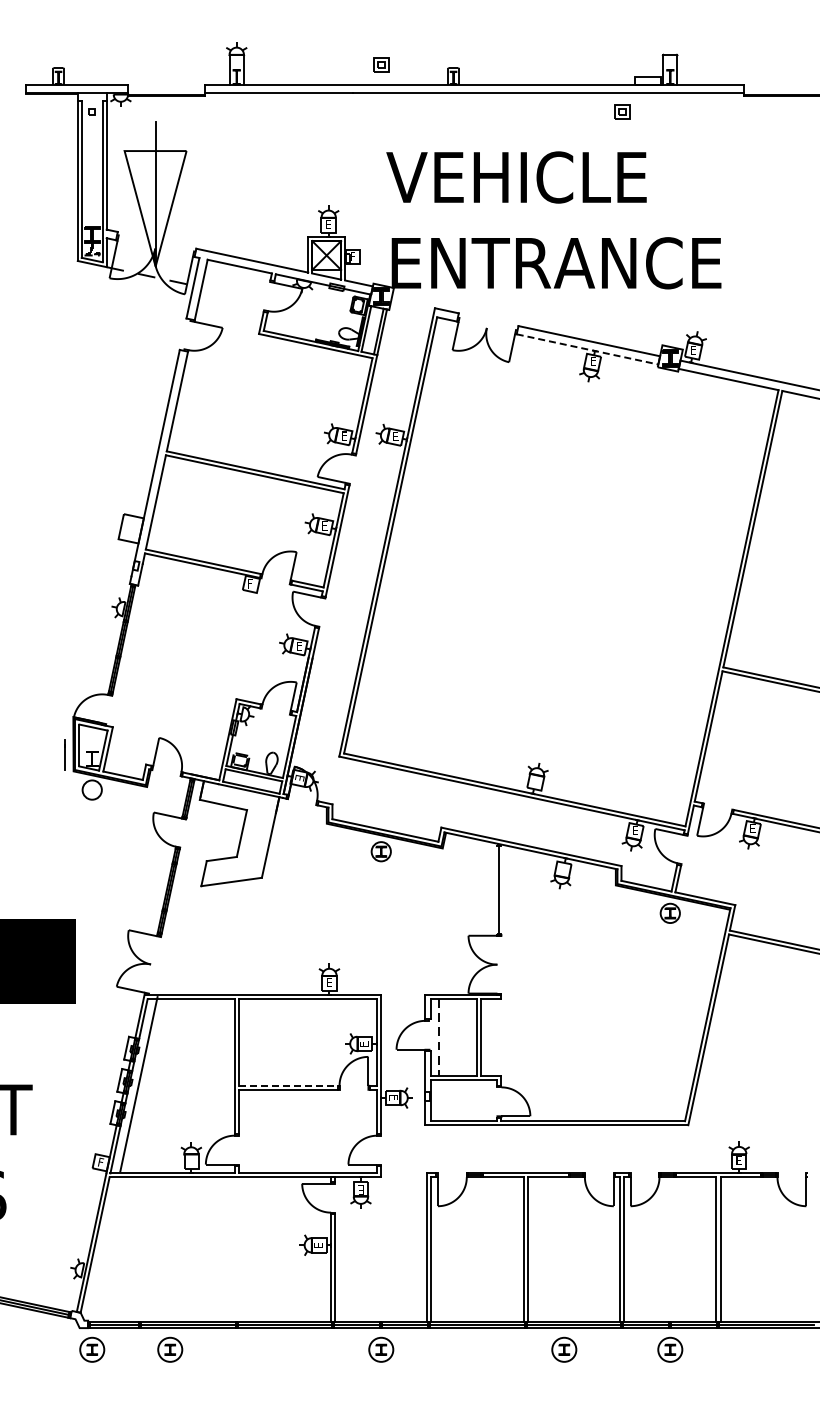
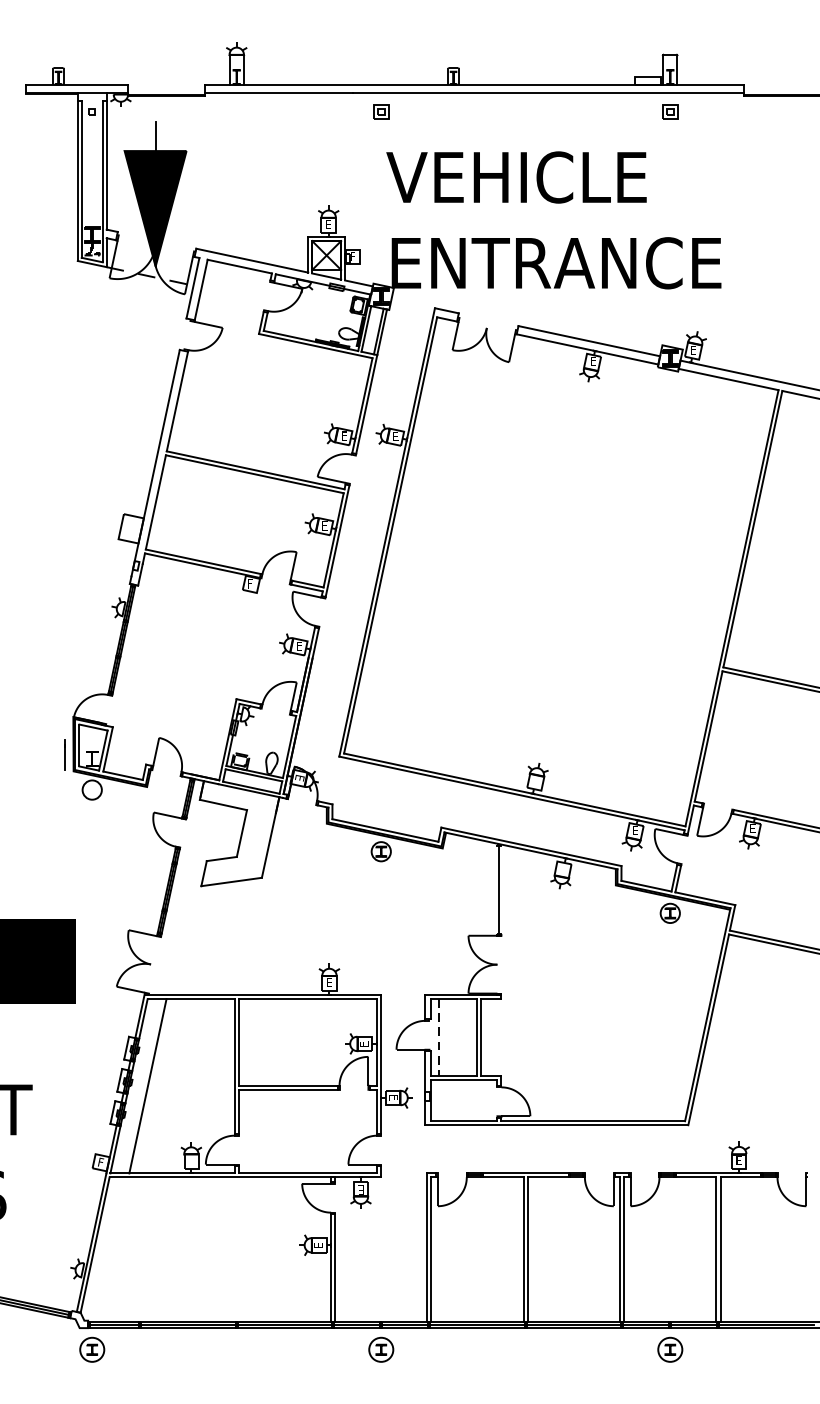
part at (381, 64) position: (381, 64) -> (381, 111)
part at (622, 111) position: (622, 111) -> (670, 111)
fill at (155, 208): none -> present
line at (588, 349): dashed -> solid
line at (138, 1084) position: (138, 1084) -> (147, 1086)
line at (288, 1085): dashed -> solid
part at (170, 1349): present -> none
part at (564, 1349): present -> none
